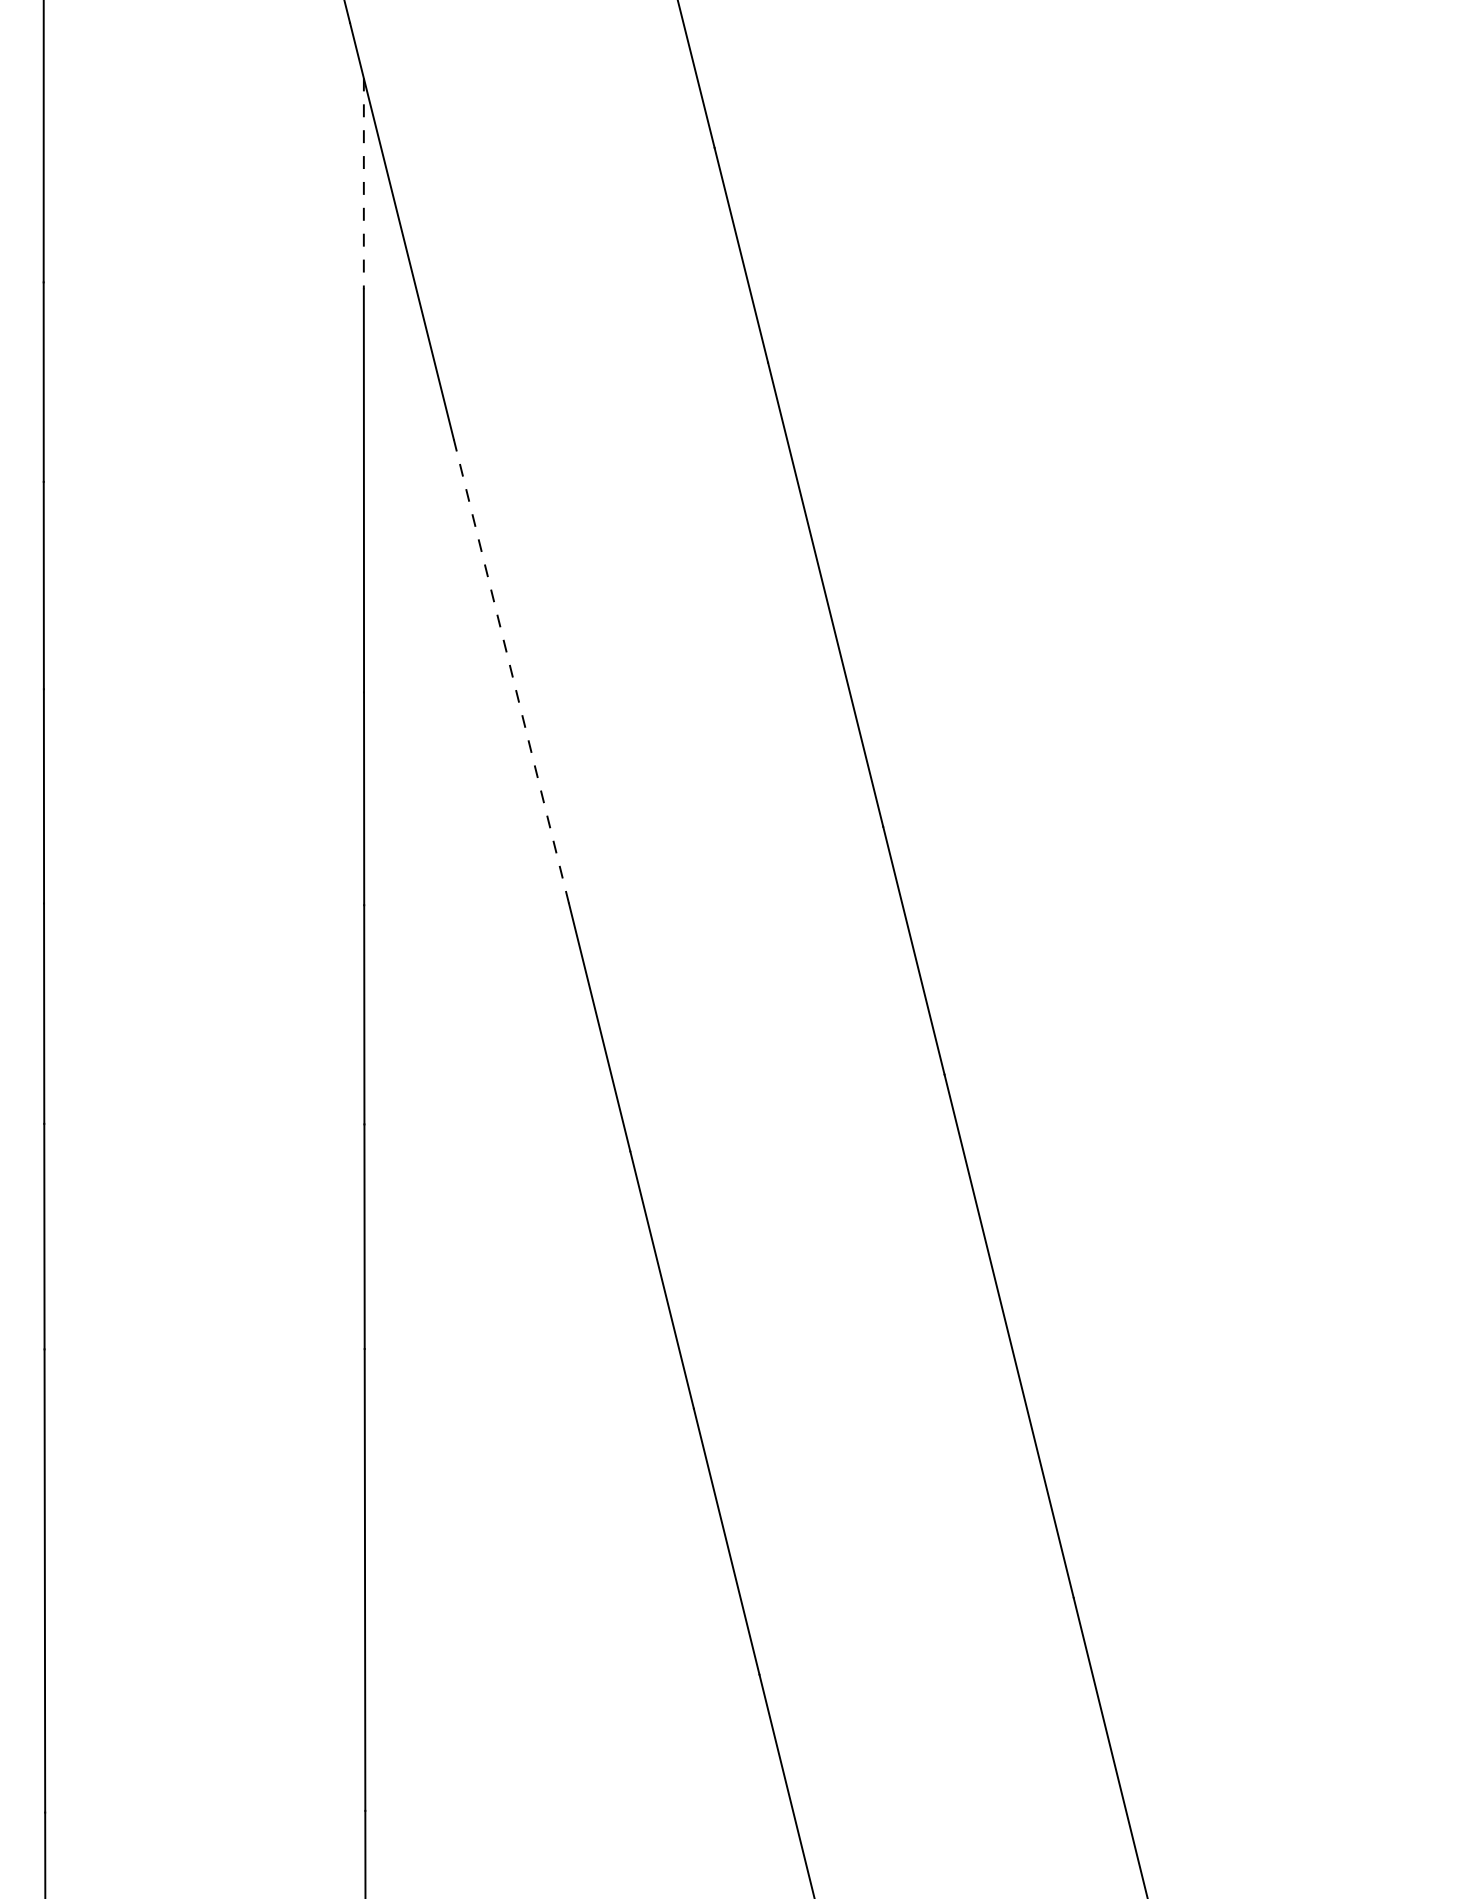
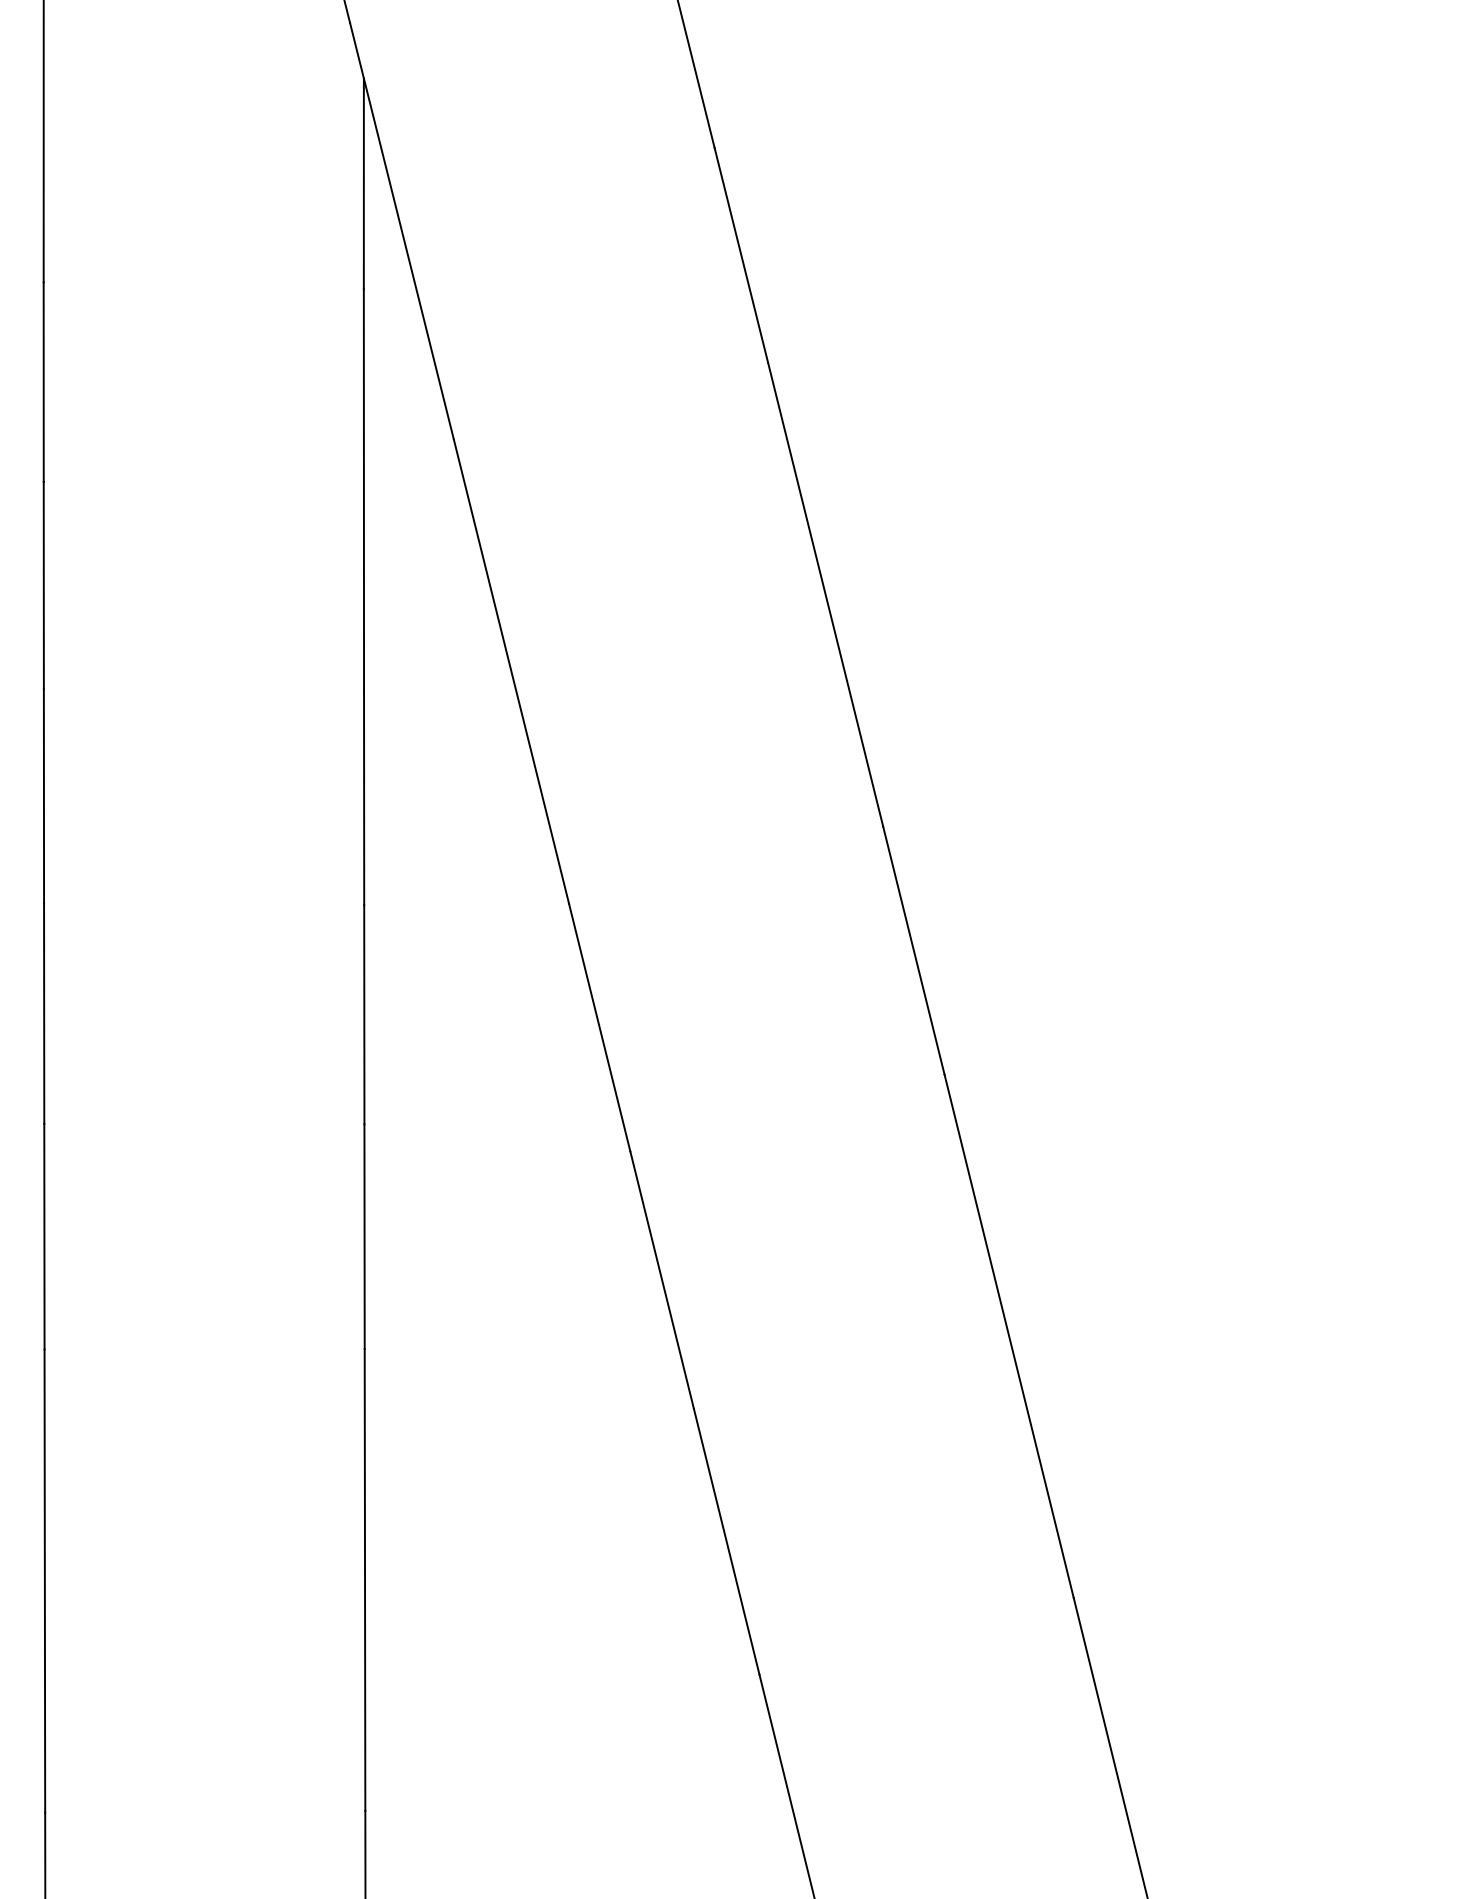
line at (363, 184): dashed -> solid
line at (511, 671): dashed -> solid
